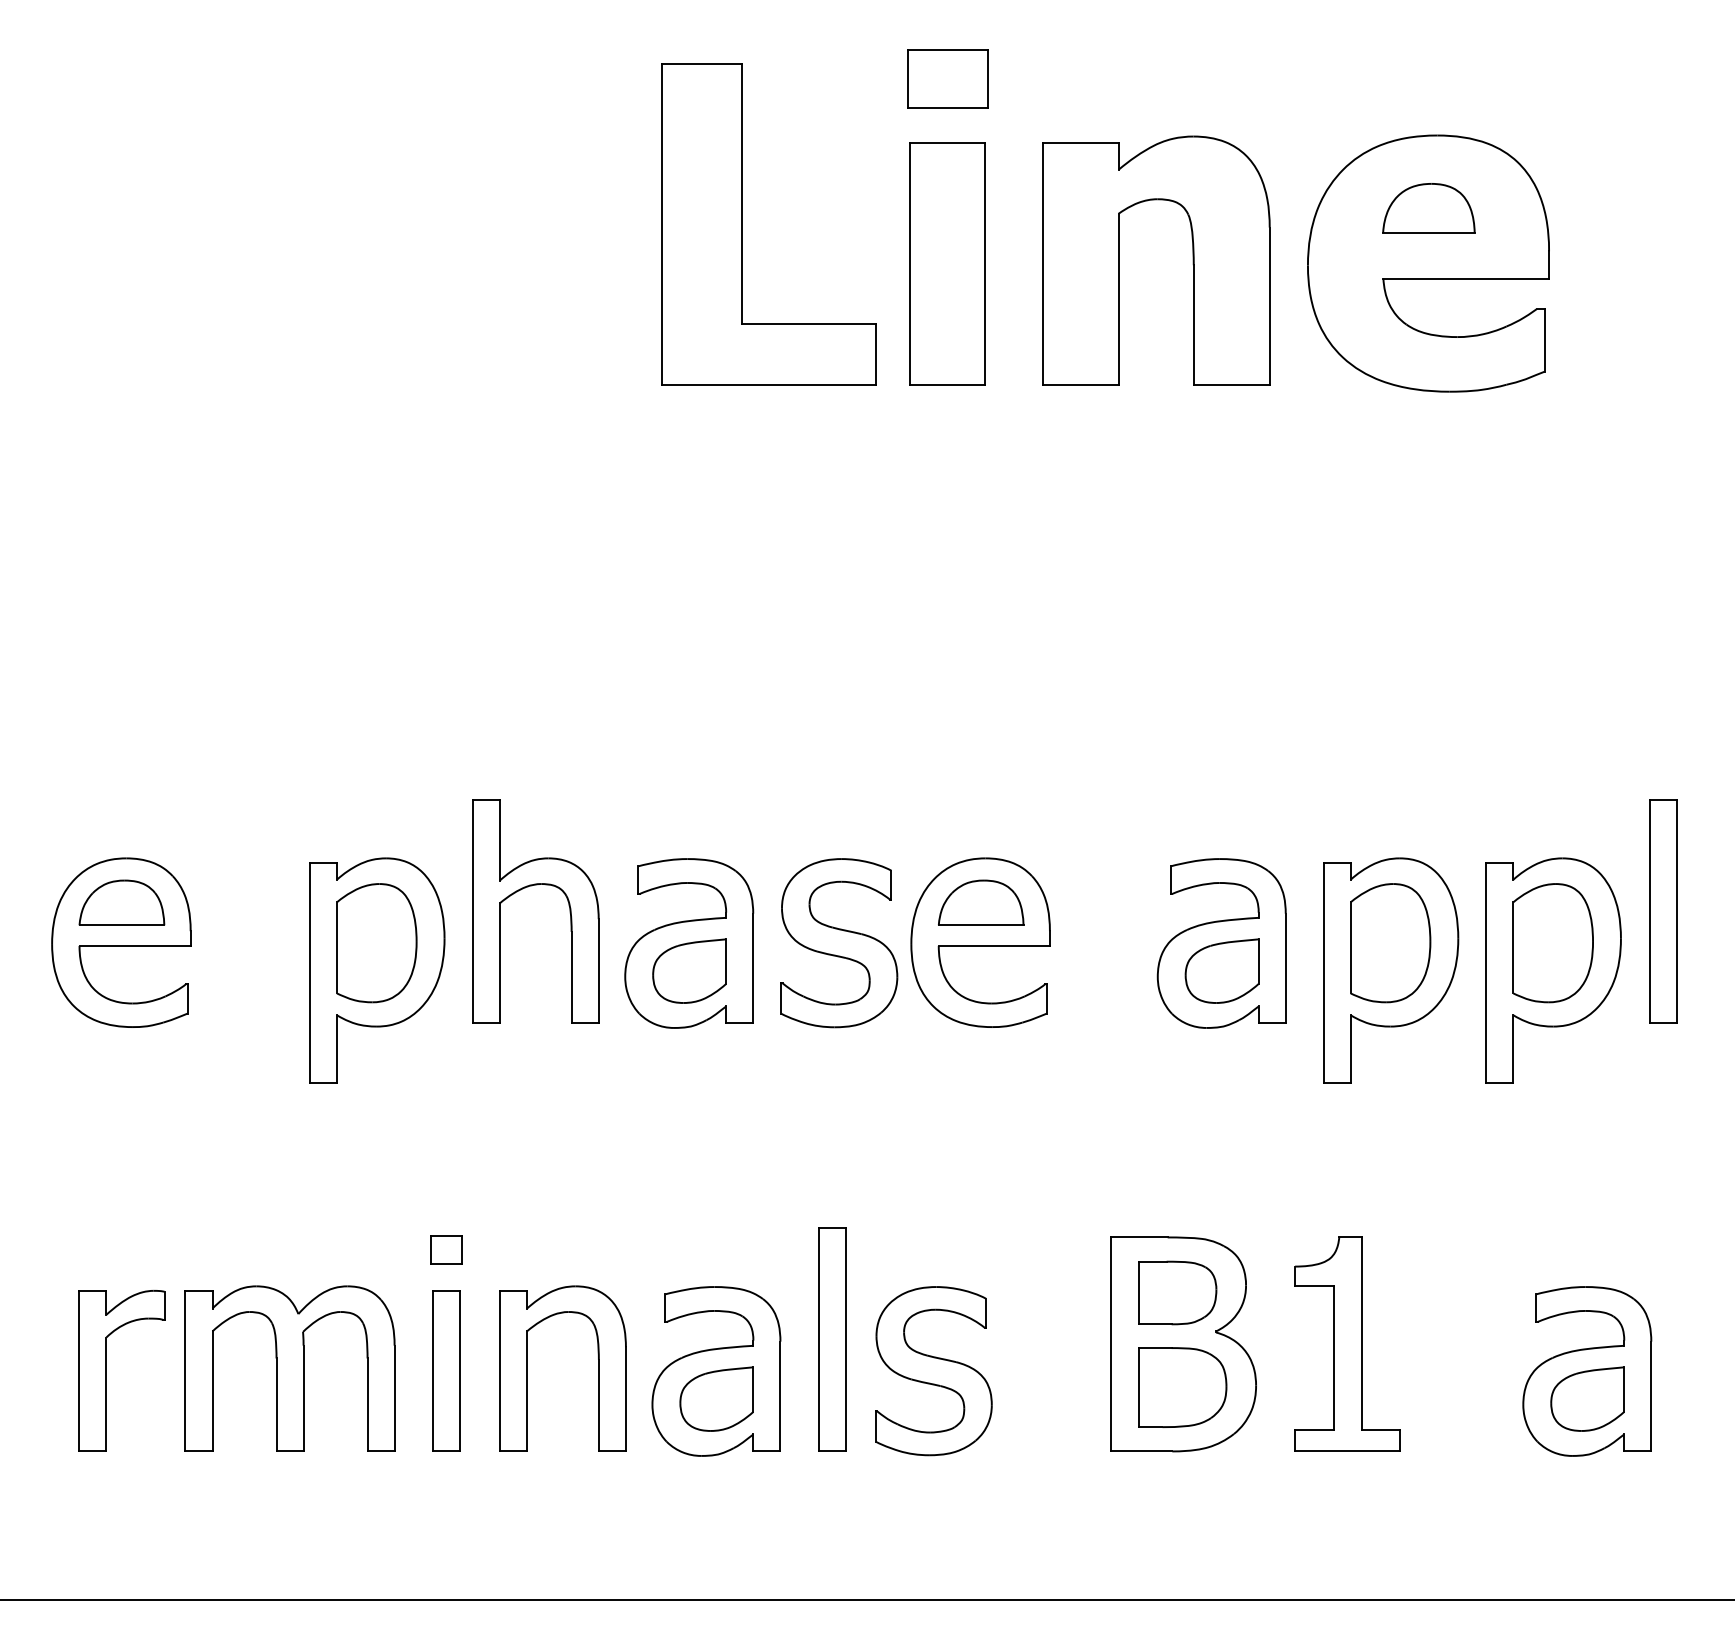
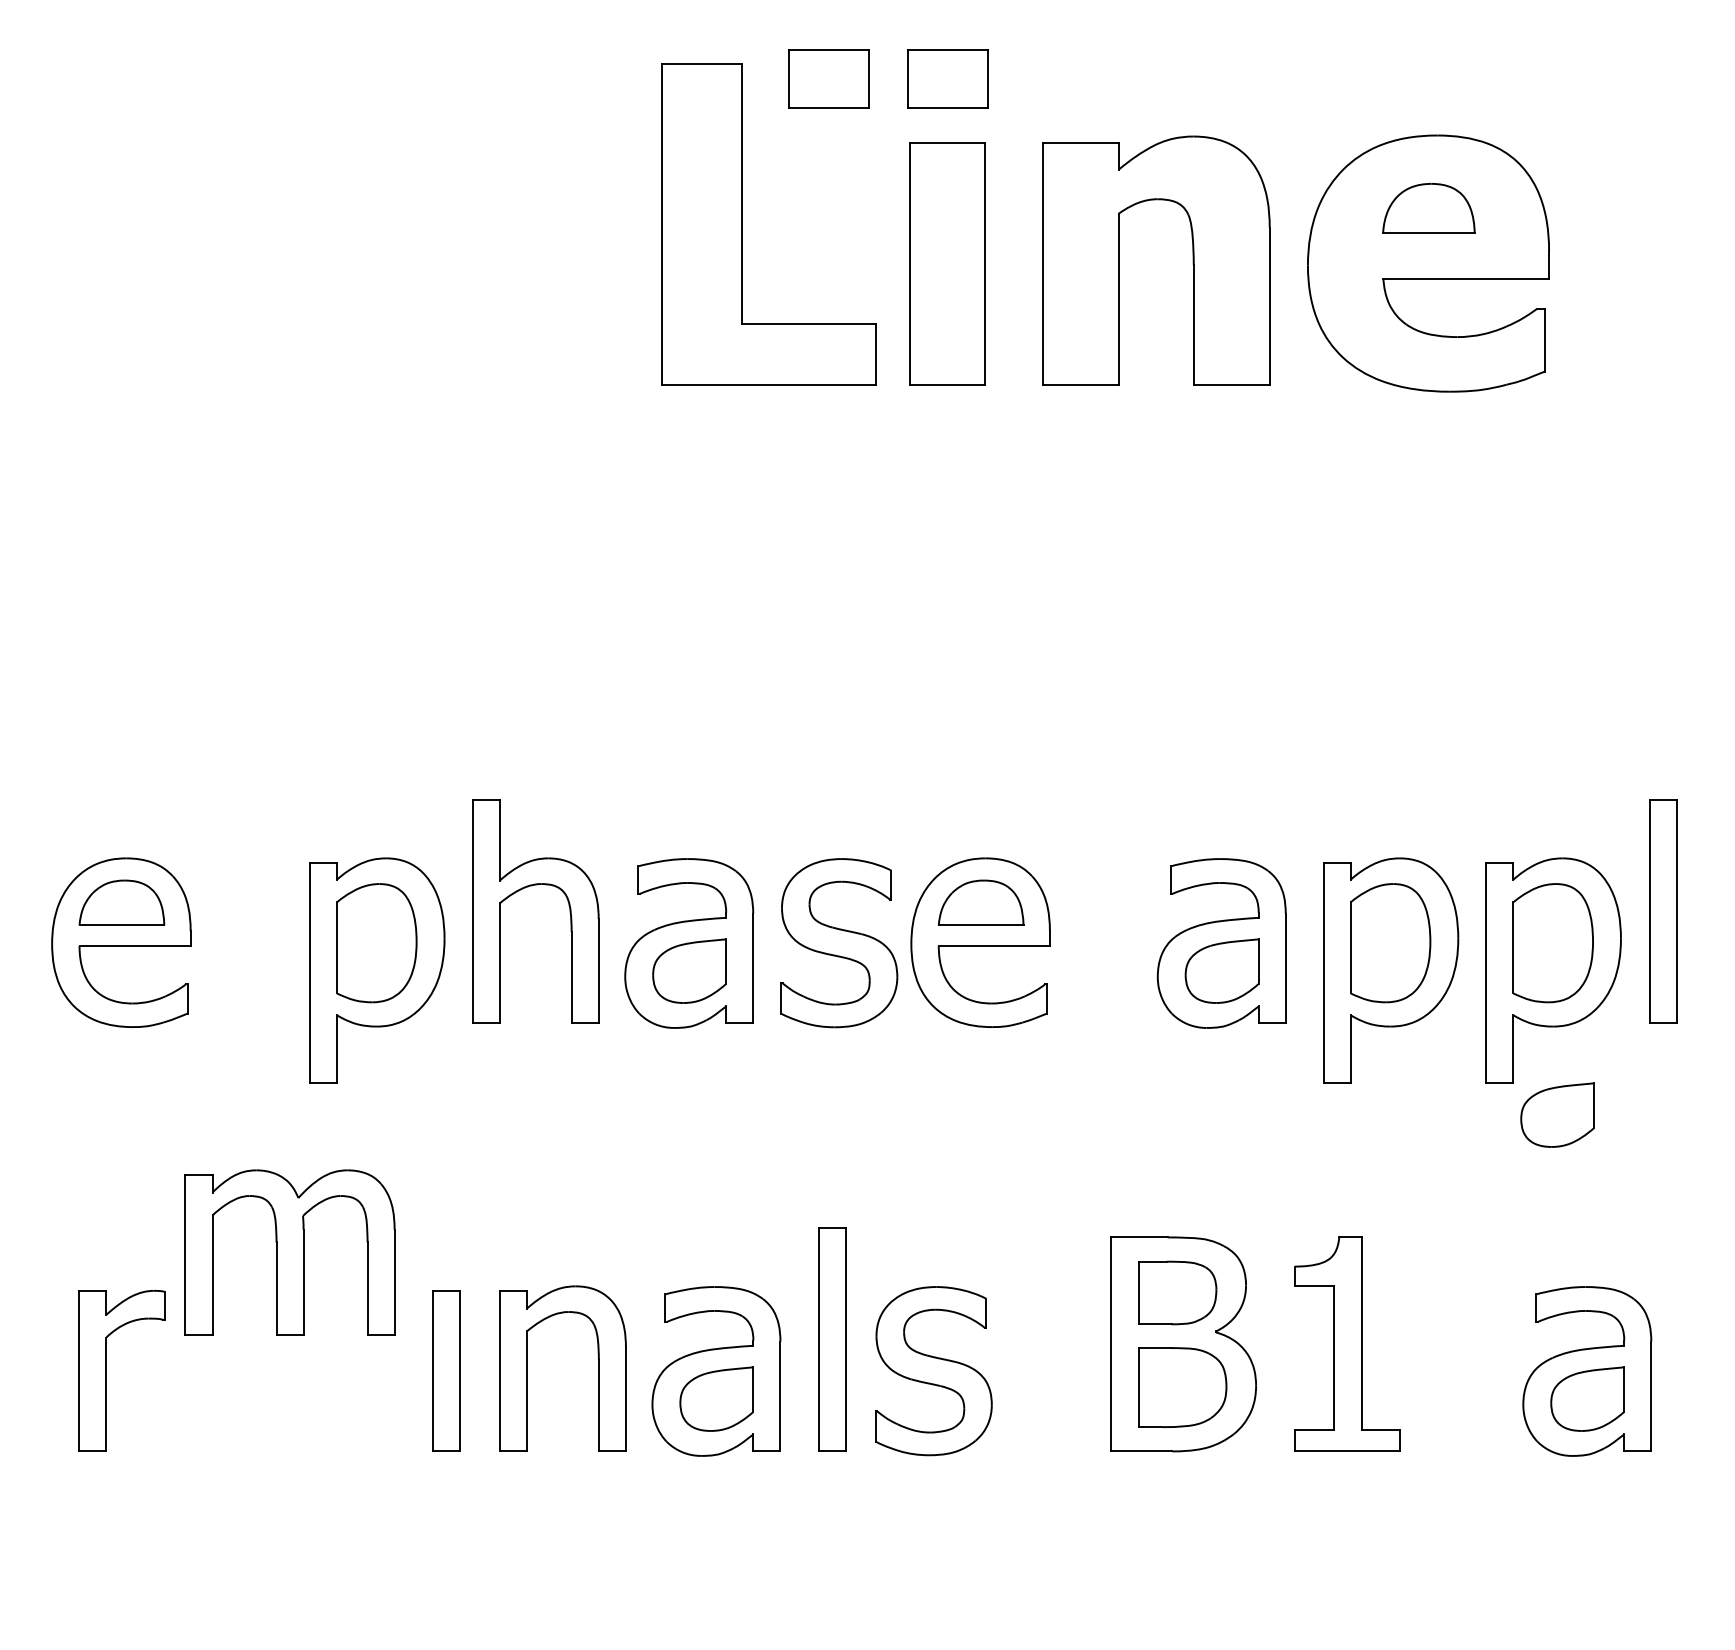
part at (828, 78): none -> present
part at (1557, 1114): none -> present
part at (446, 1249): present -> none
part at (289, 1368) position: (289, 1368) -> (289, 1252)
line at (866, 1600): present -> none
